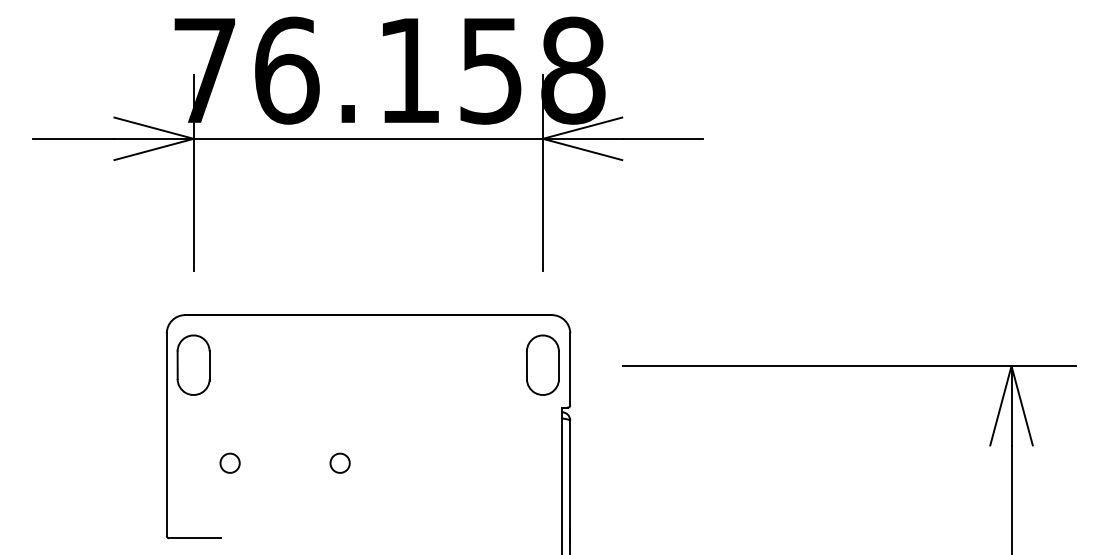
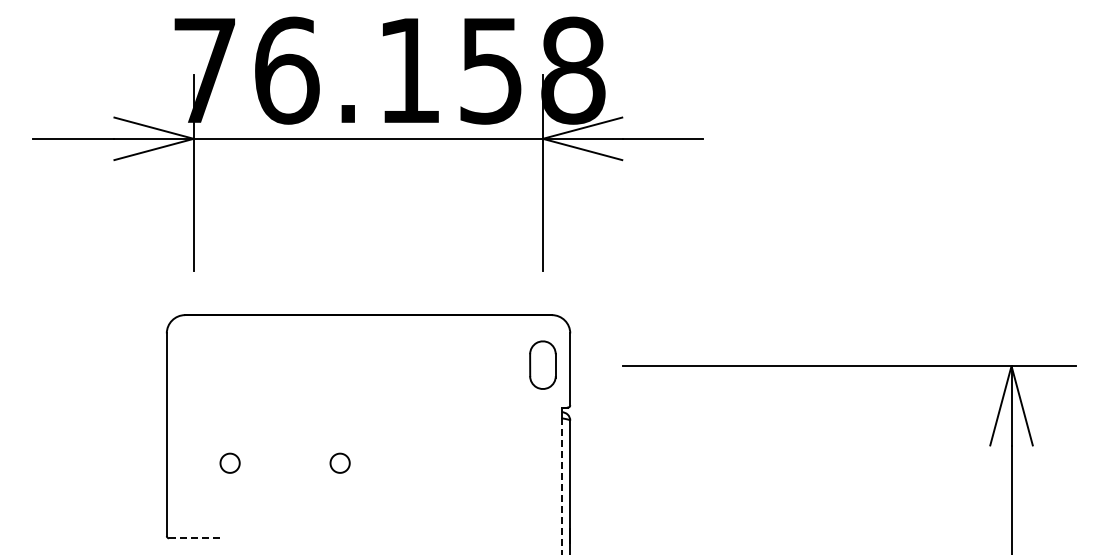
part at (193, 364): present -> none
part at (542, 364) size: 34x62 px -> 28x50 px
line at (561, 486): solid -> dashed
line at (195, 538): solid -> dashed
